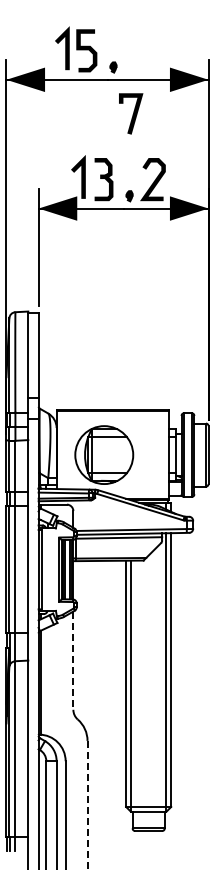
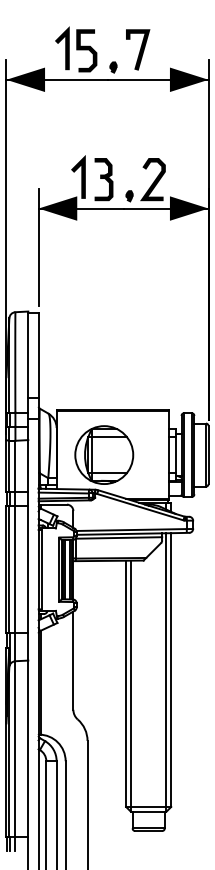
line at (132, 114) position: (132, 114) -> (139, 50)
line at (73, 661): dashed -> solid
line at (87, 805): dashed -> solid
